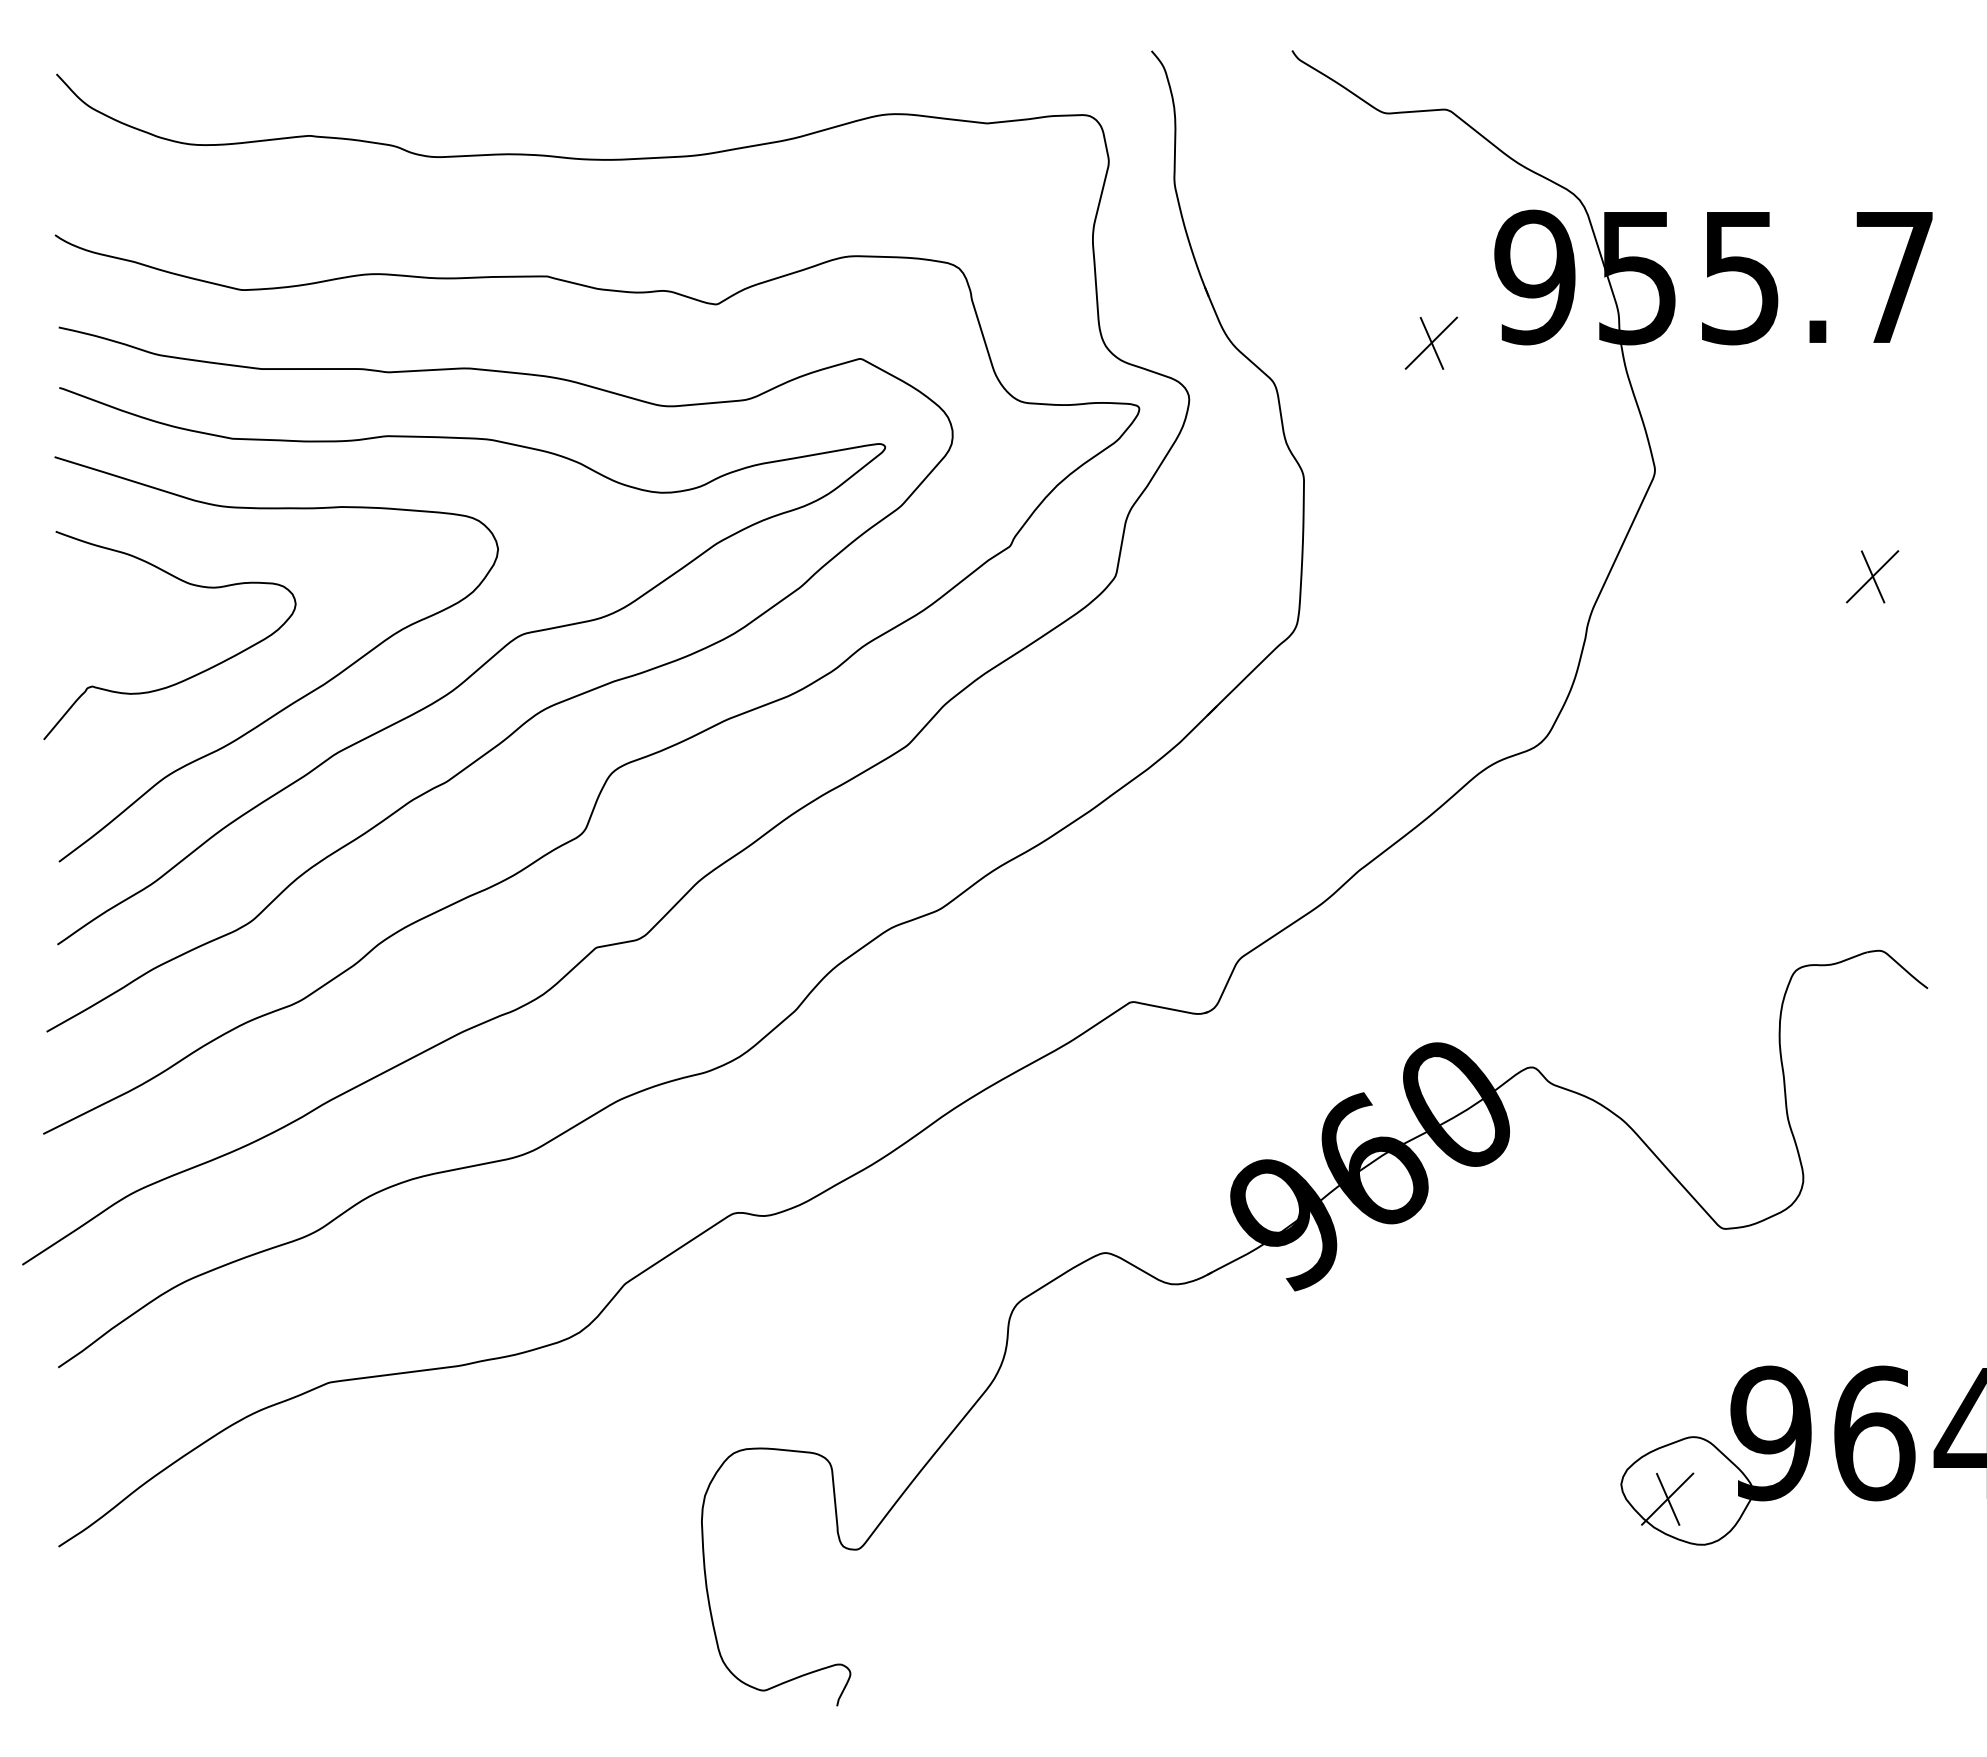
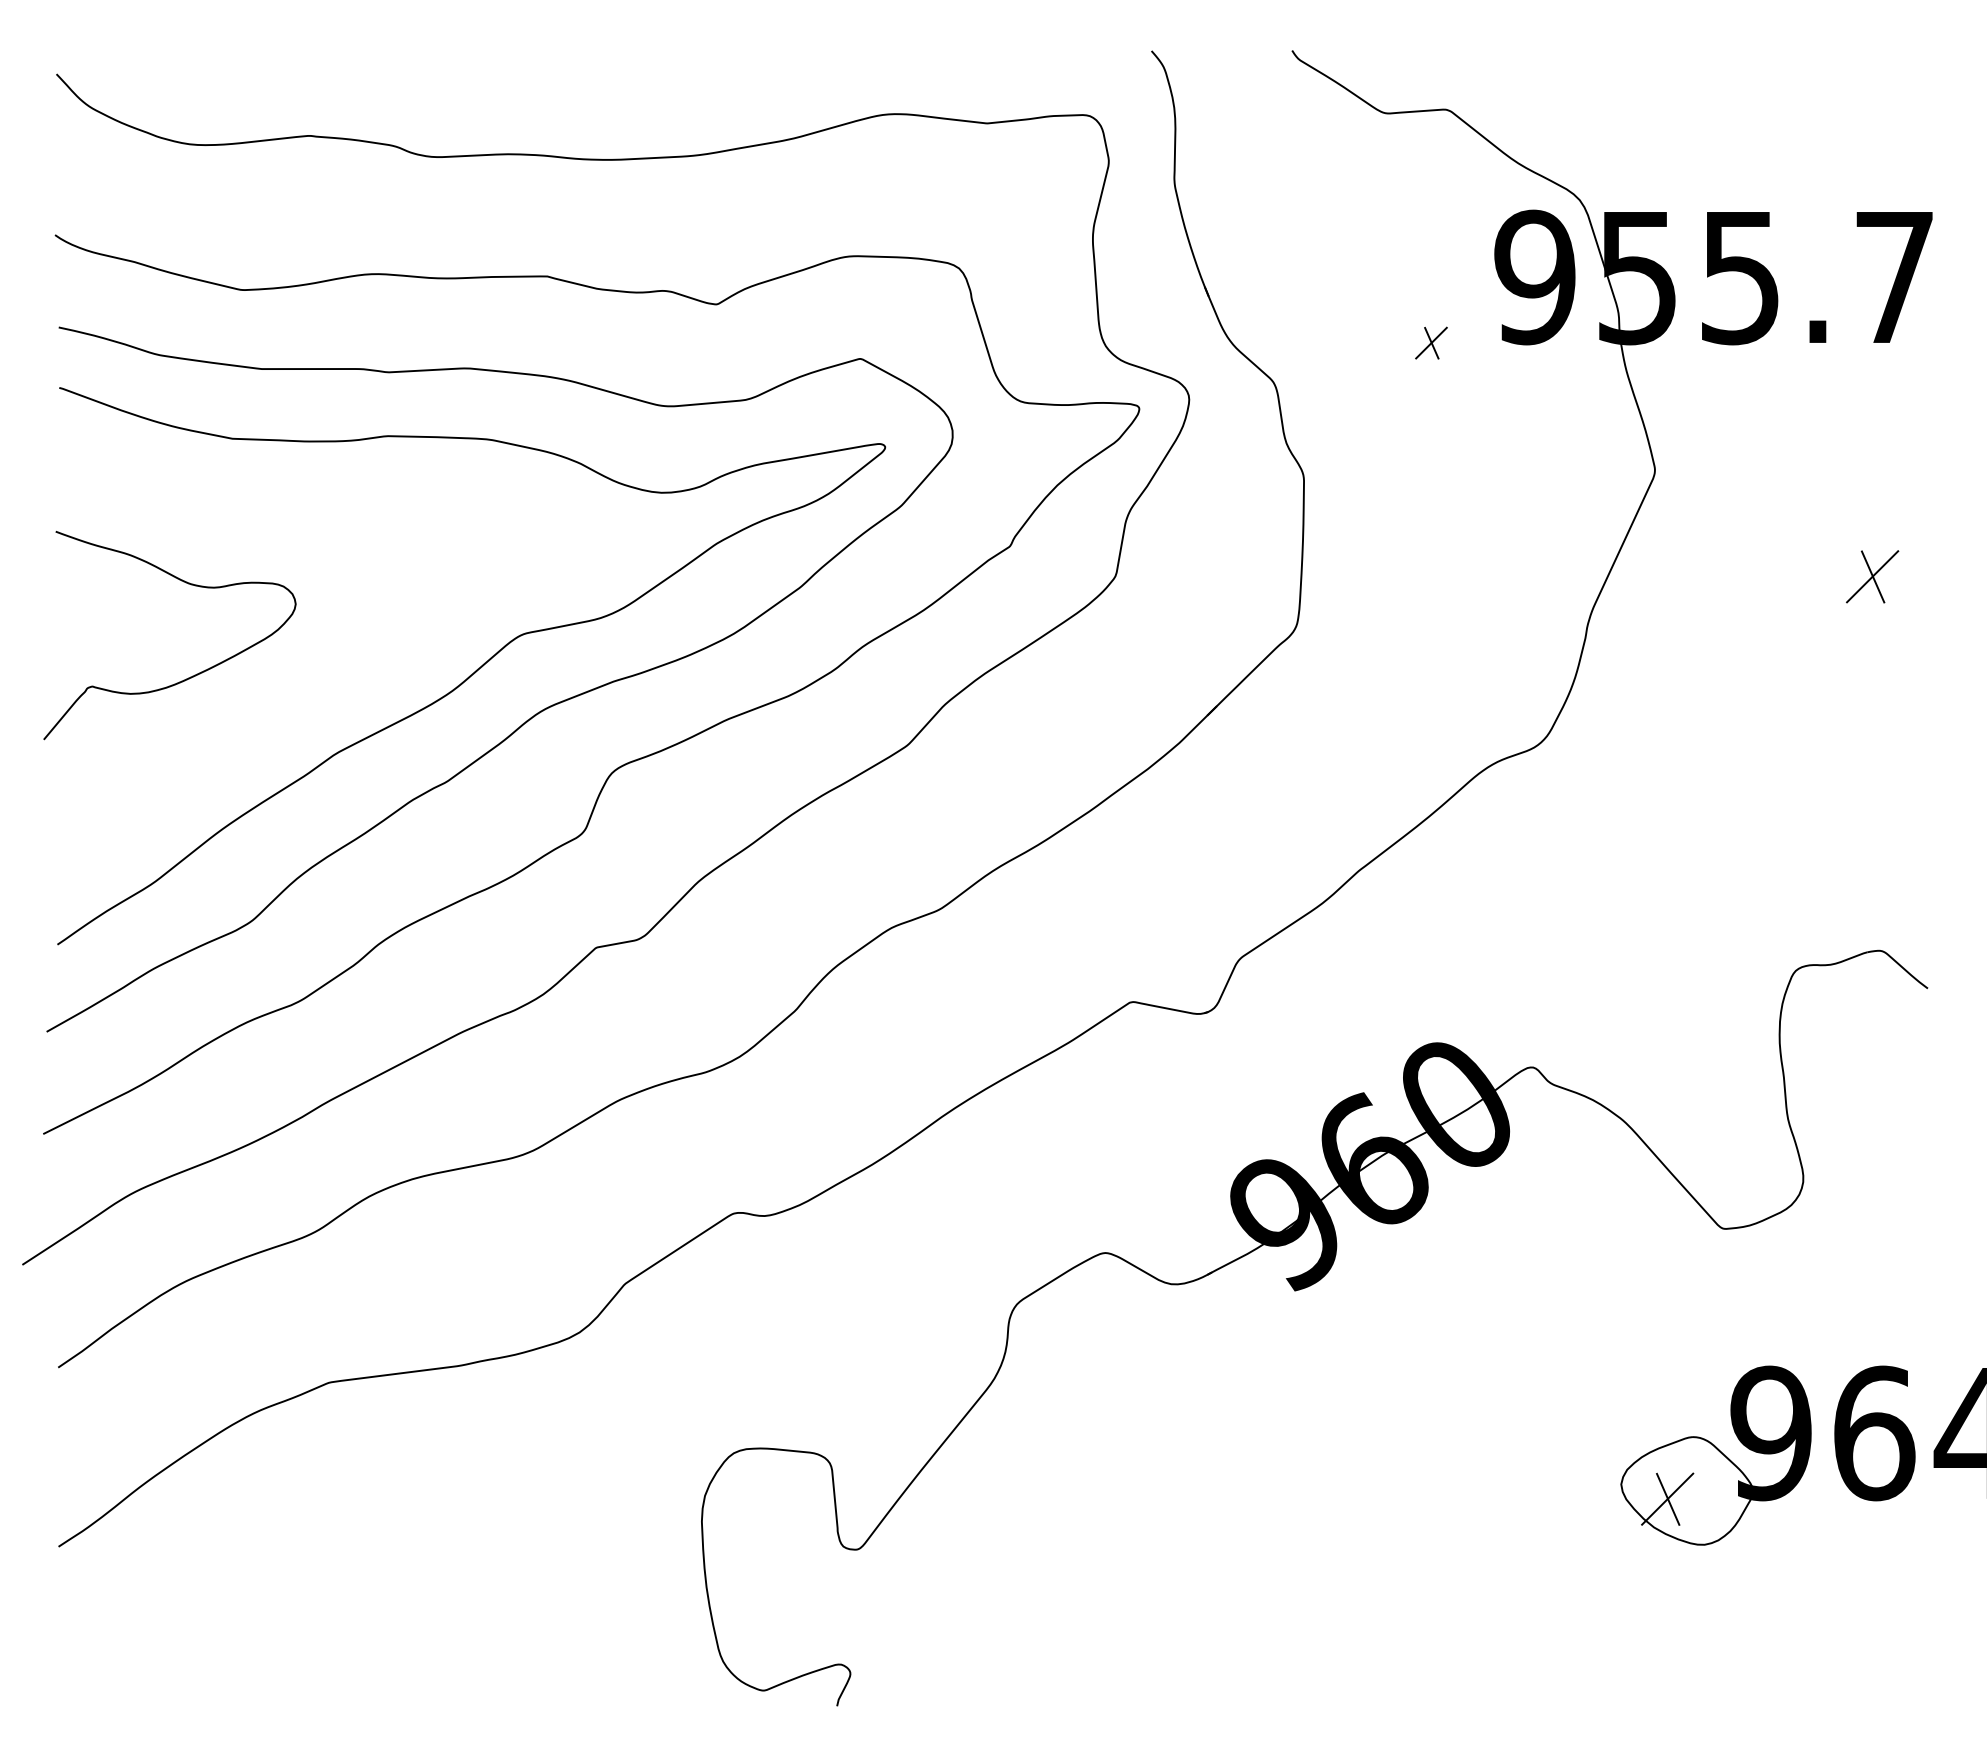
part at (1431, 342) size: 55x54 px -> 33x34 px
curve at (300, 697): present -> none
